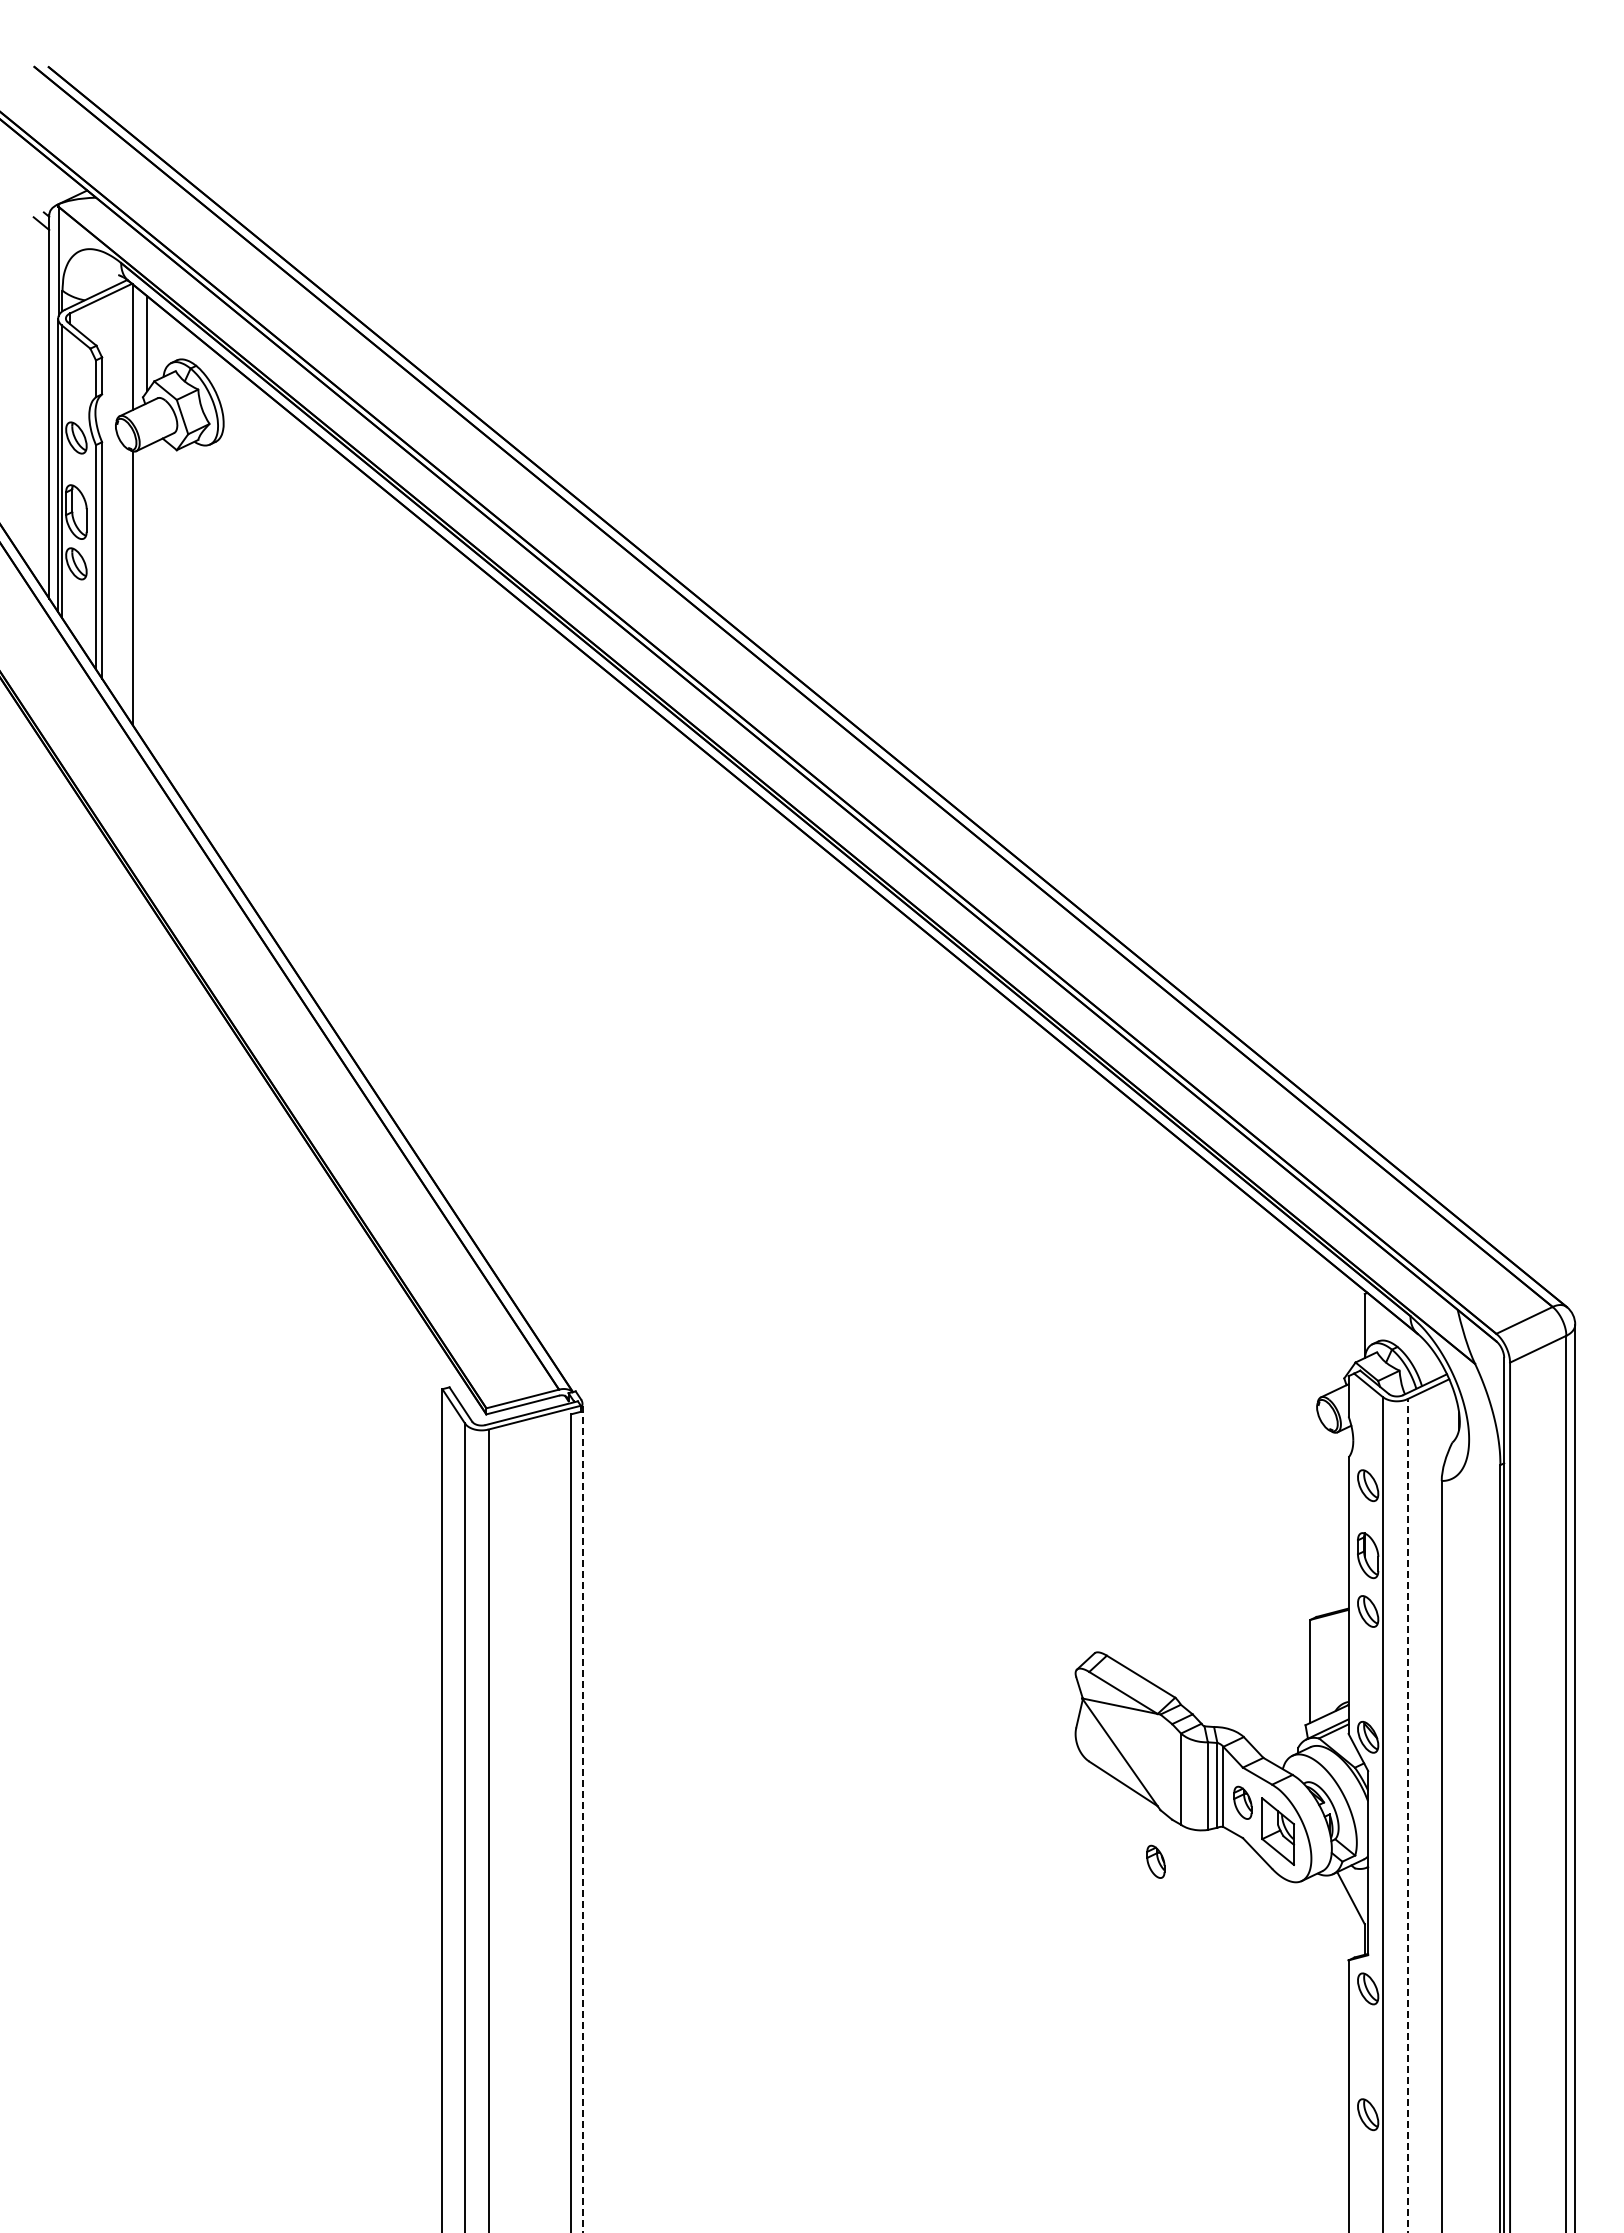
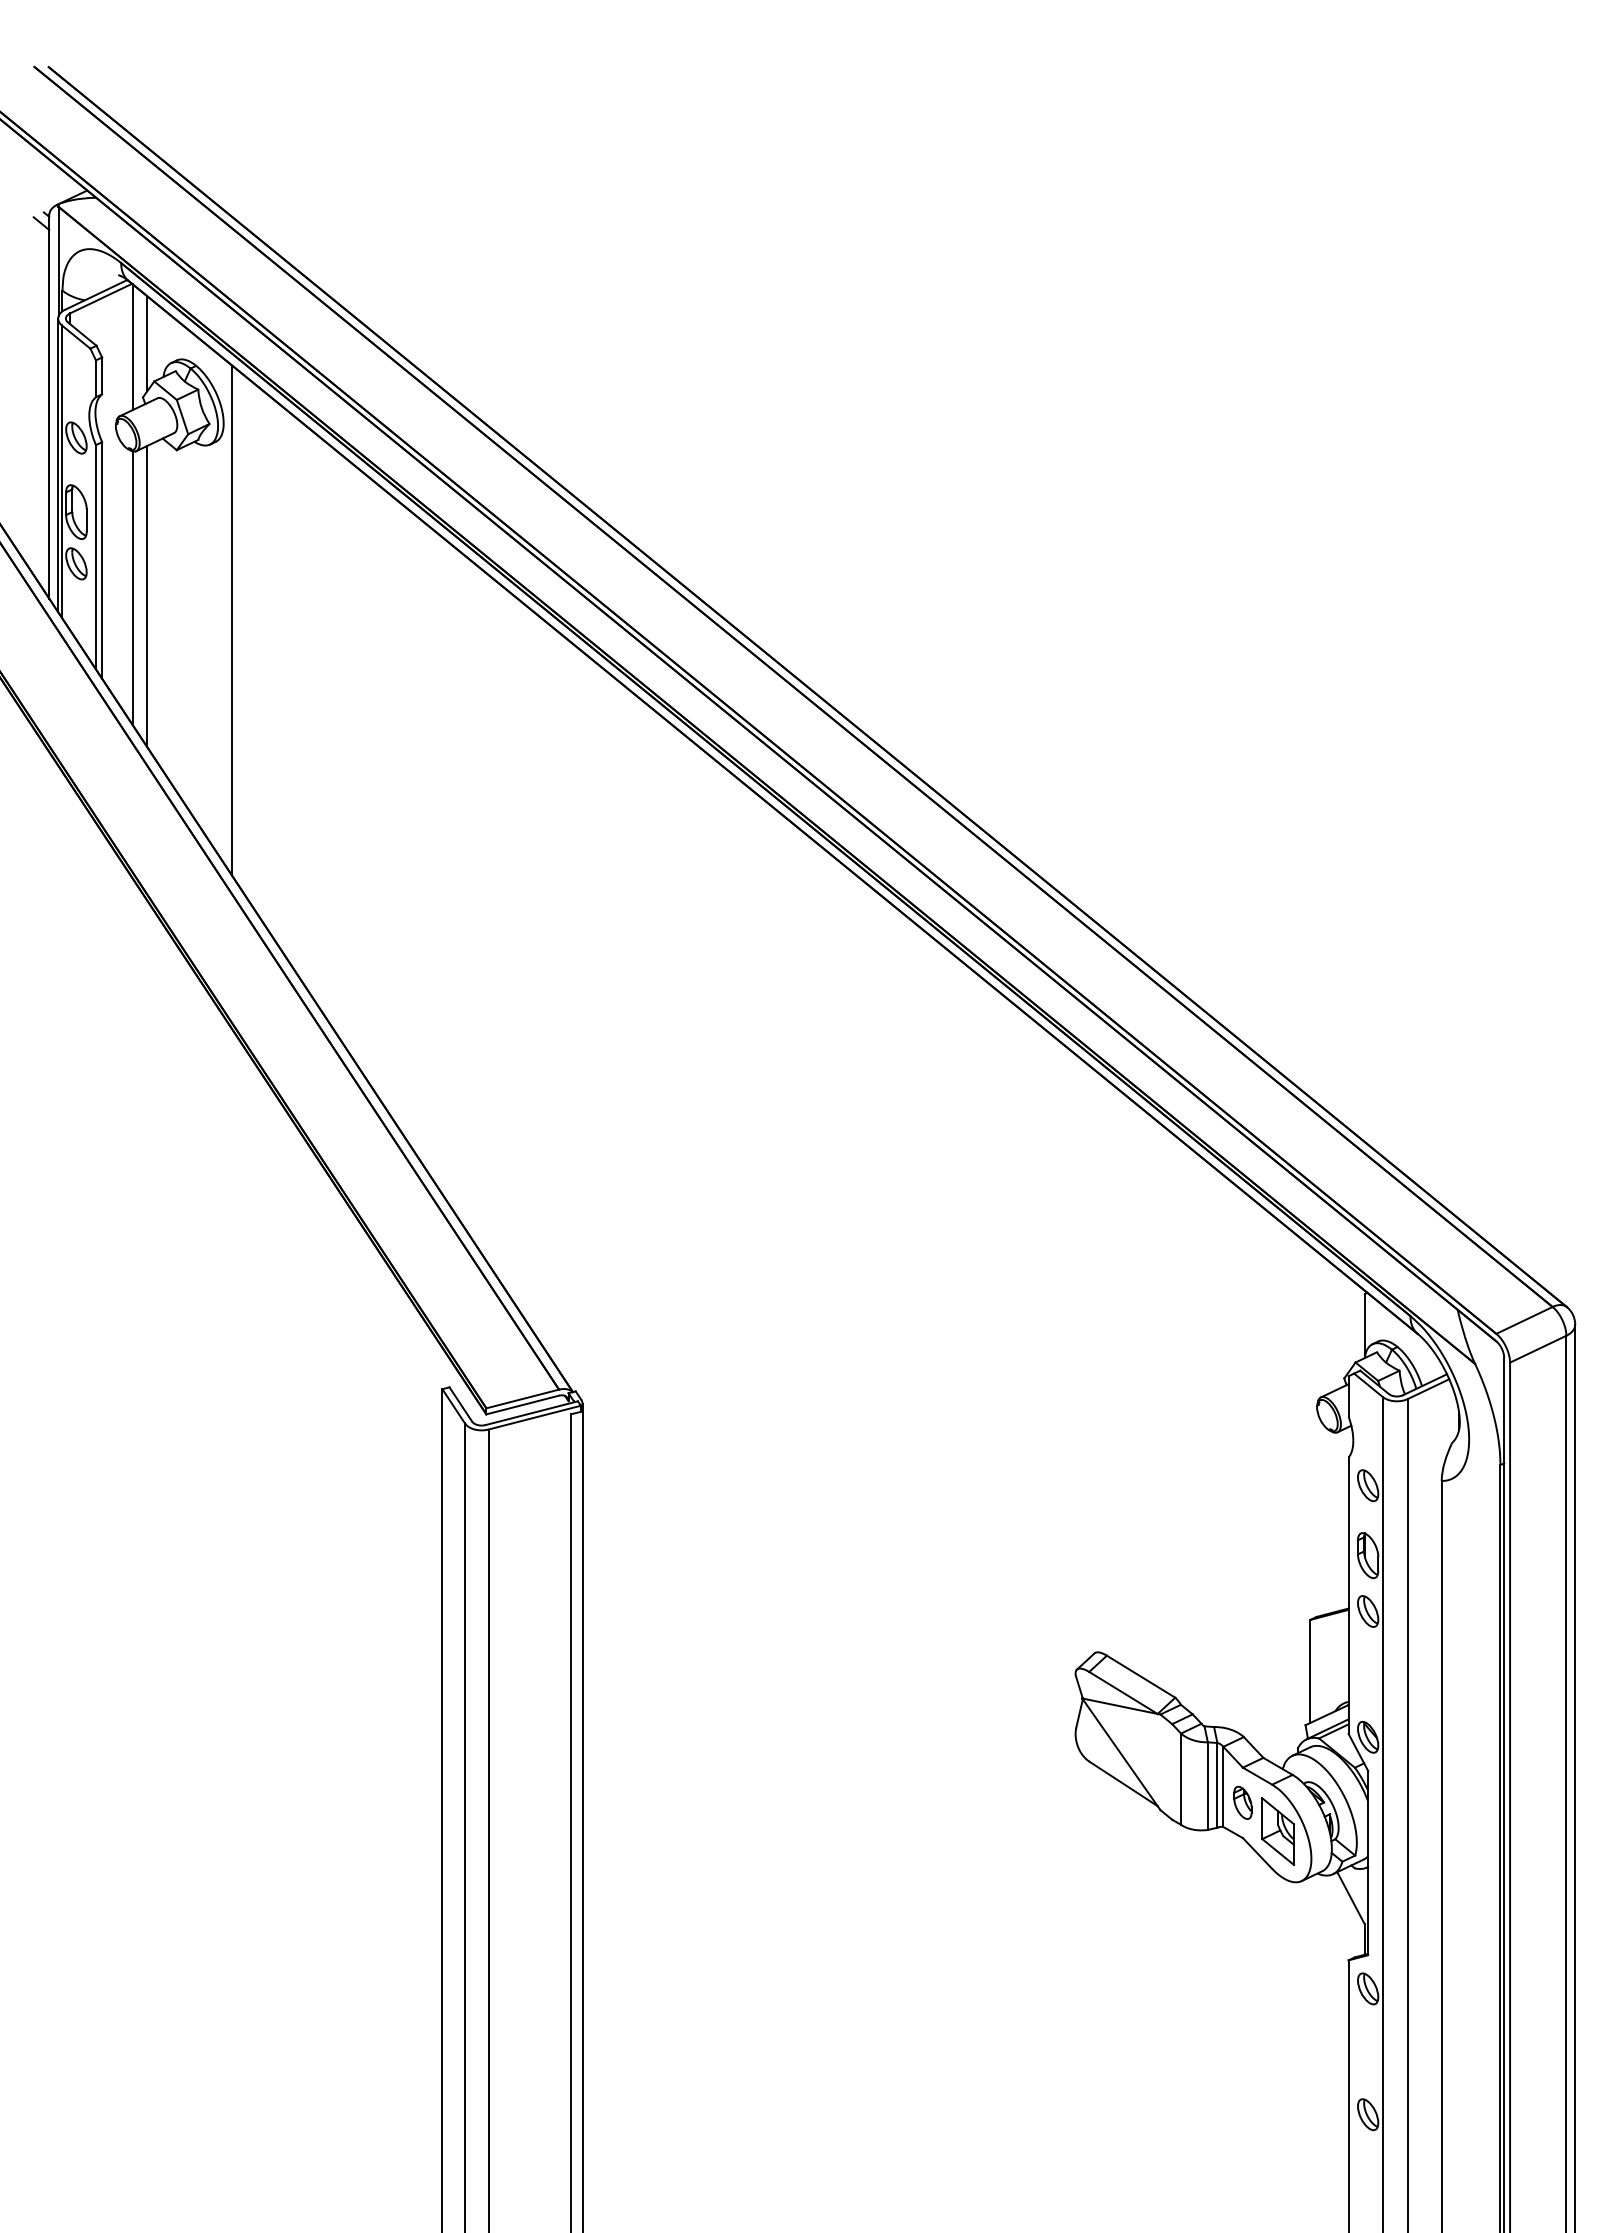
line at (147, 596): none -> present
line at (232, 620): none -> present
line at (1407, 1815): dashed -> solid
line at (582, 1817): dashed -> solid
part at (1155, 1861): present -> none
